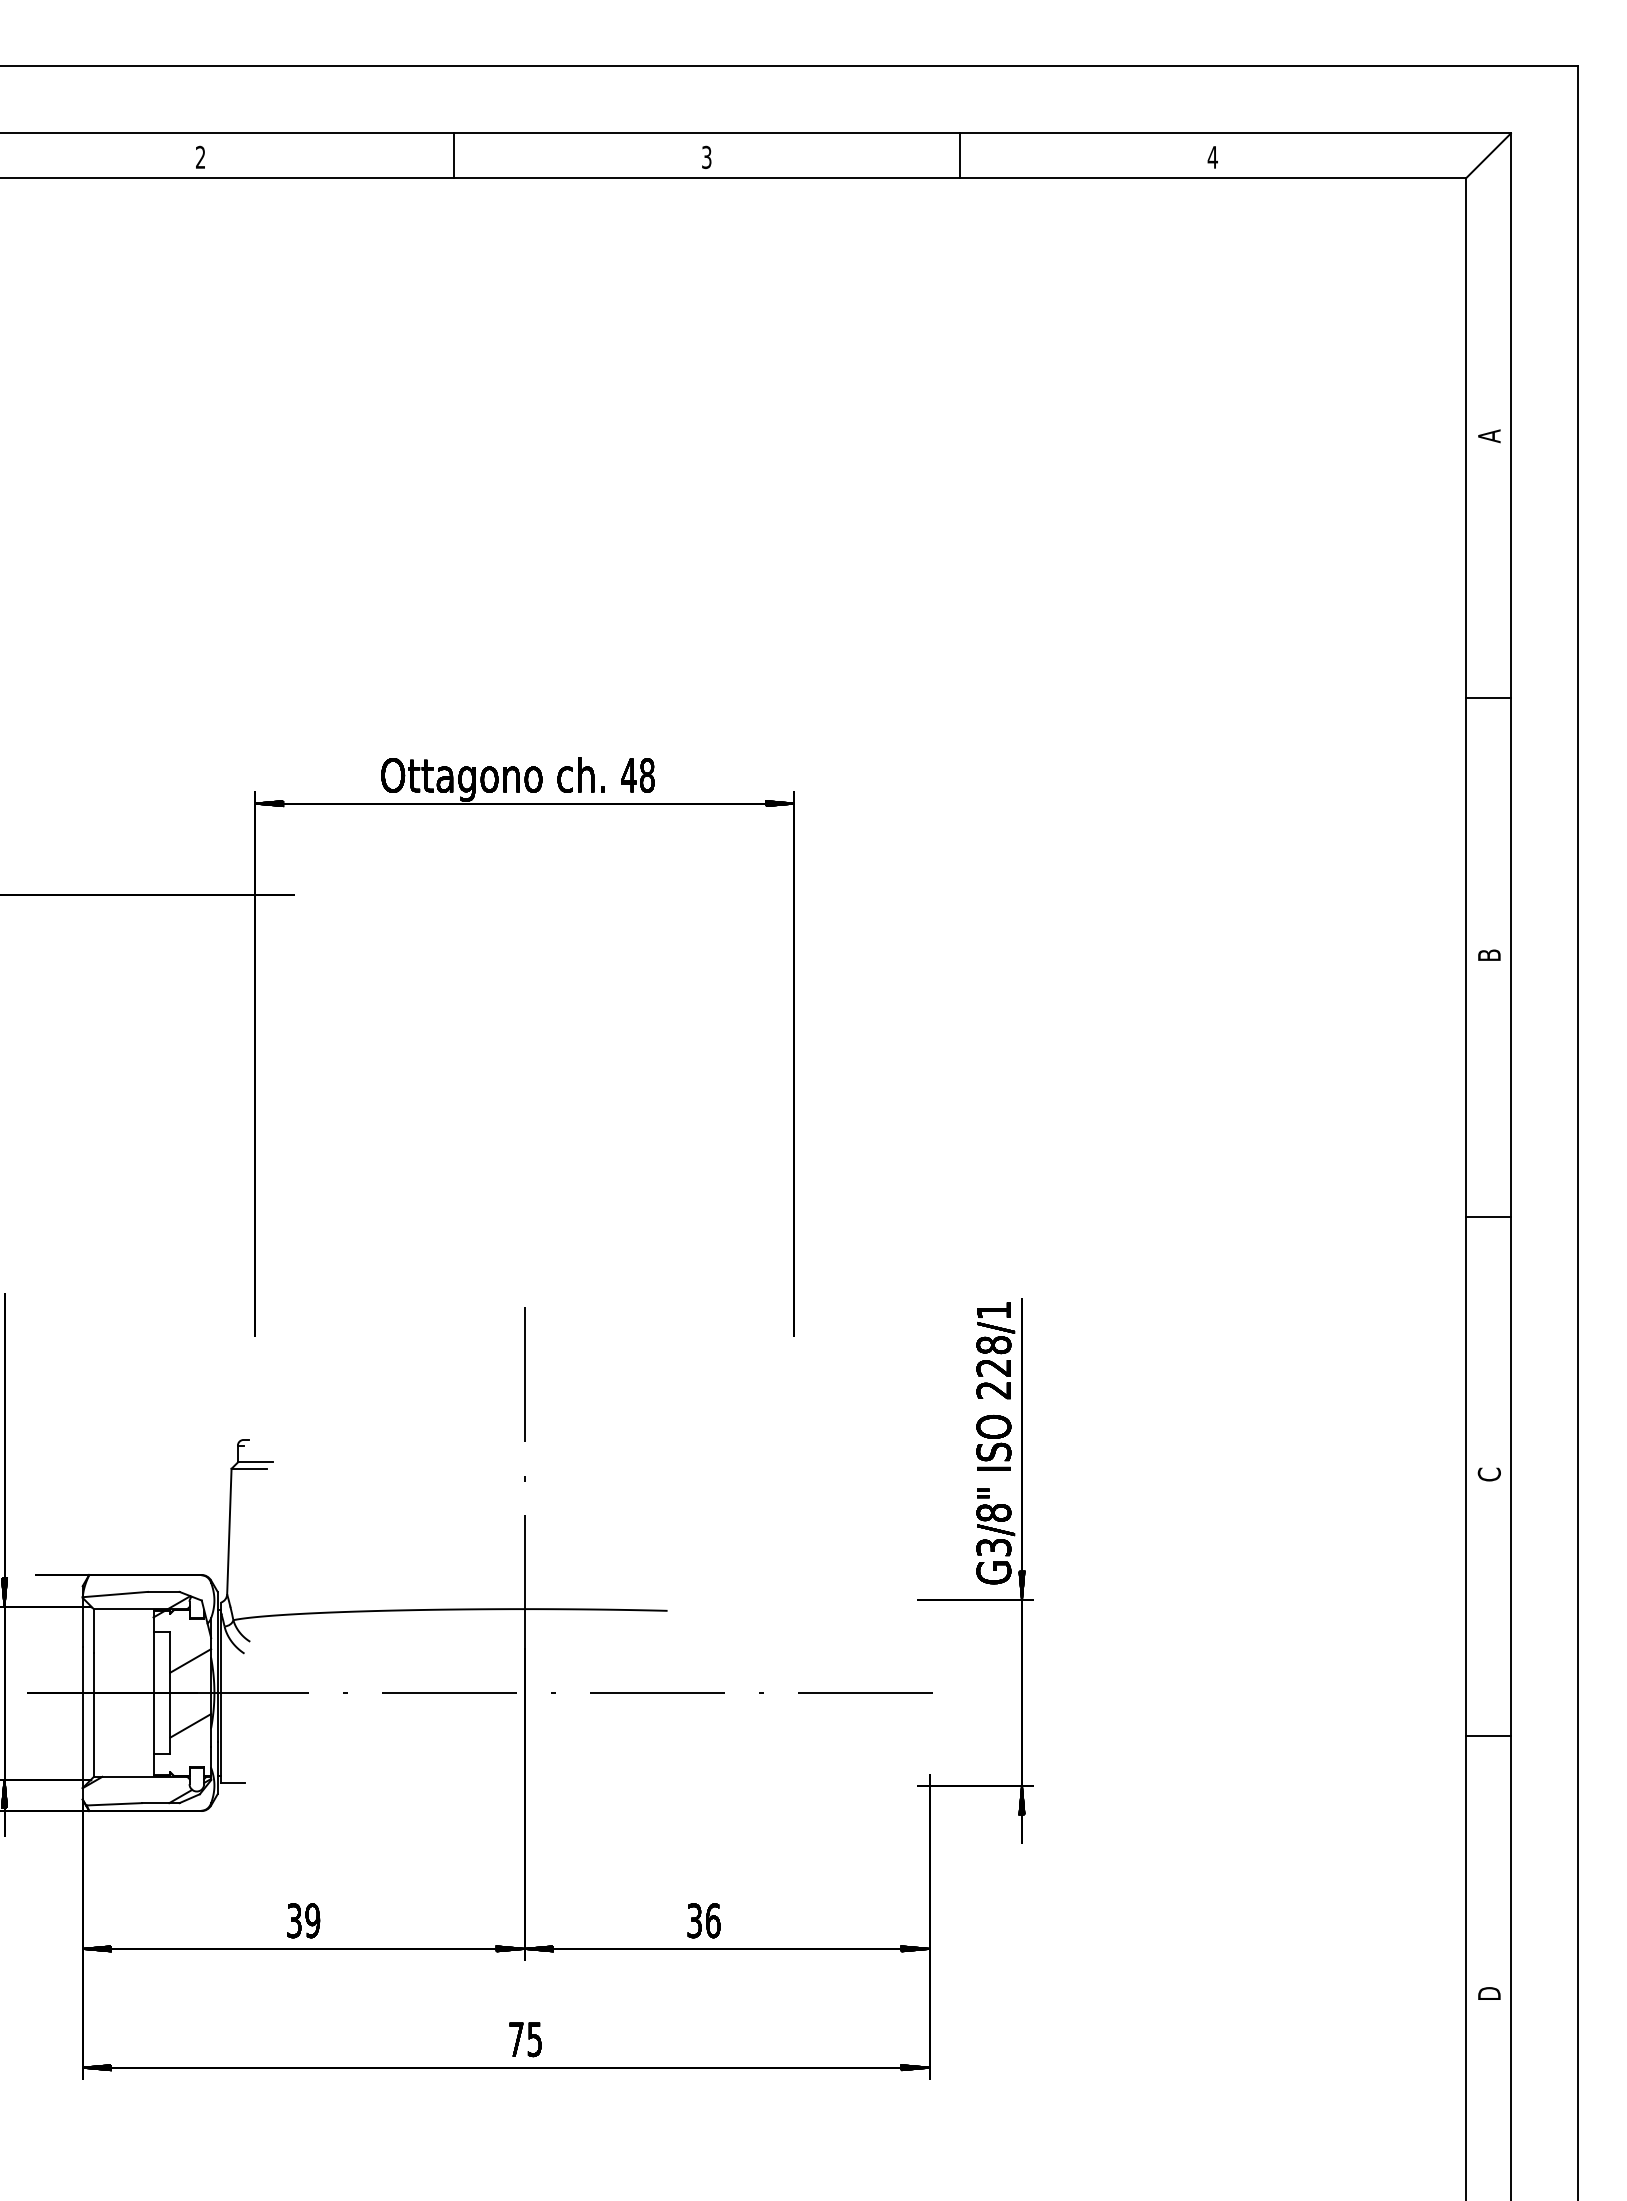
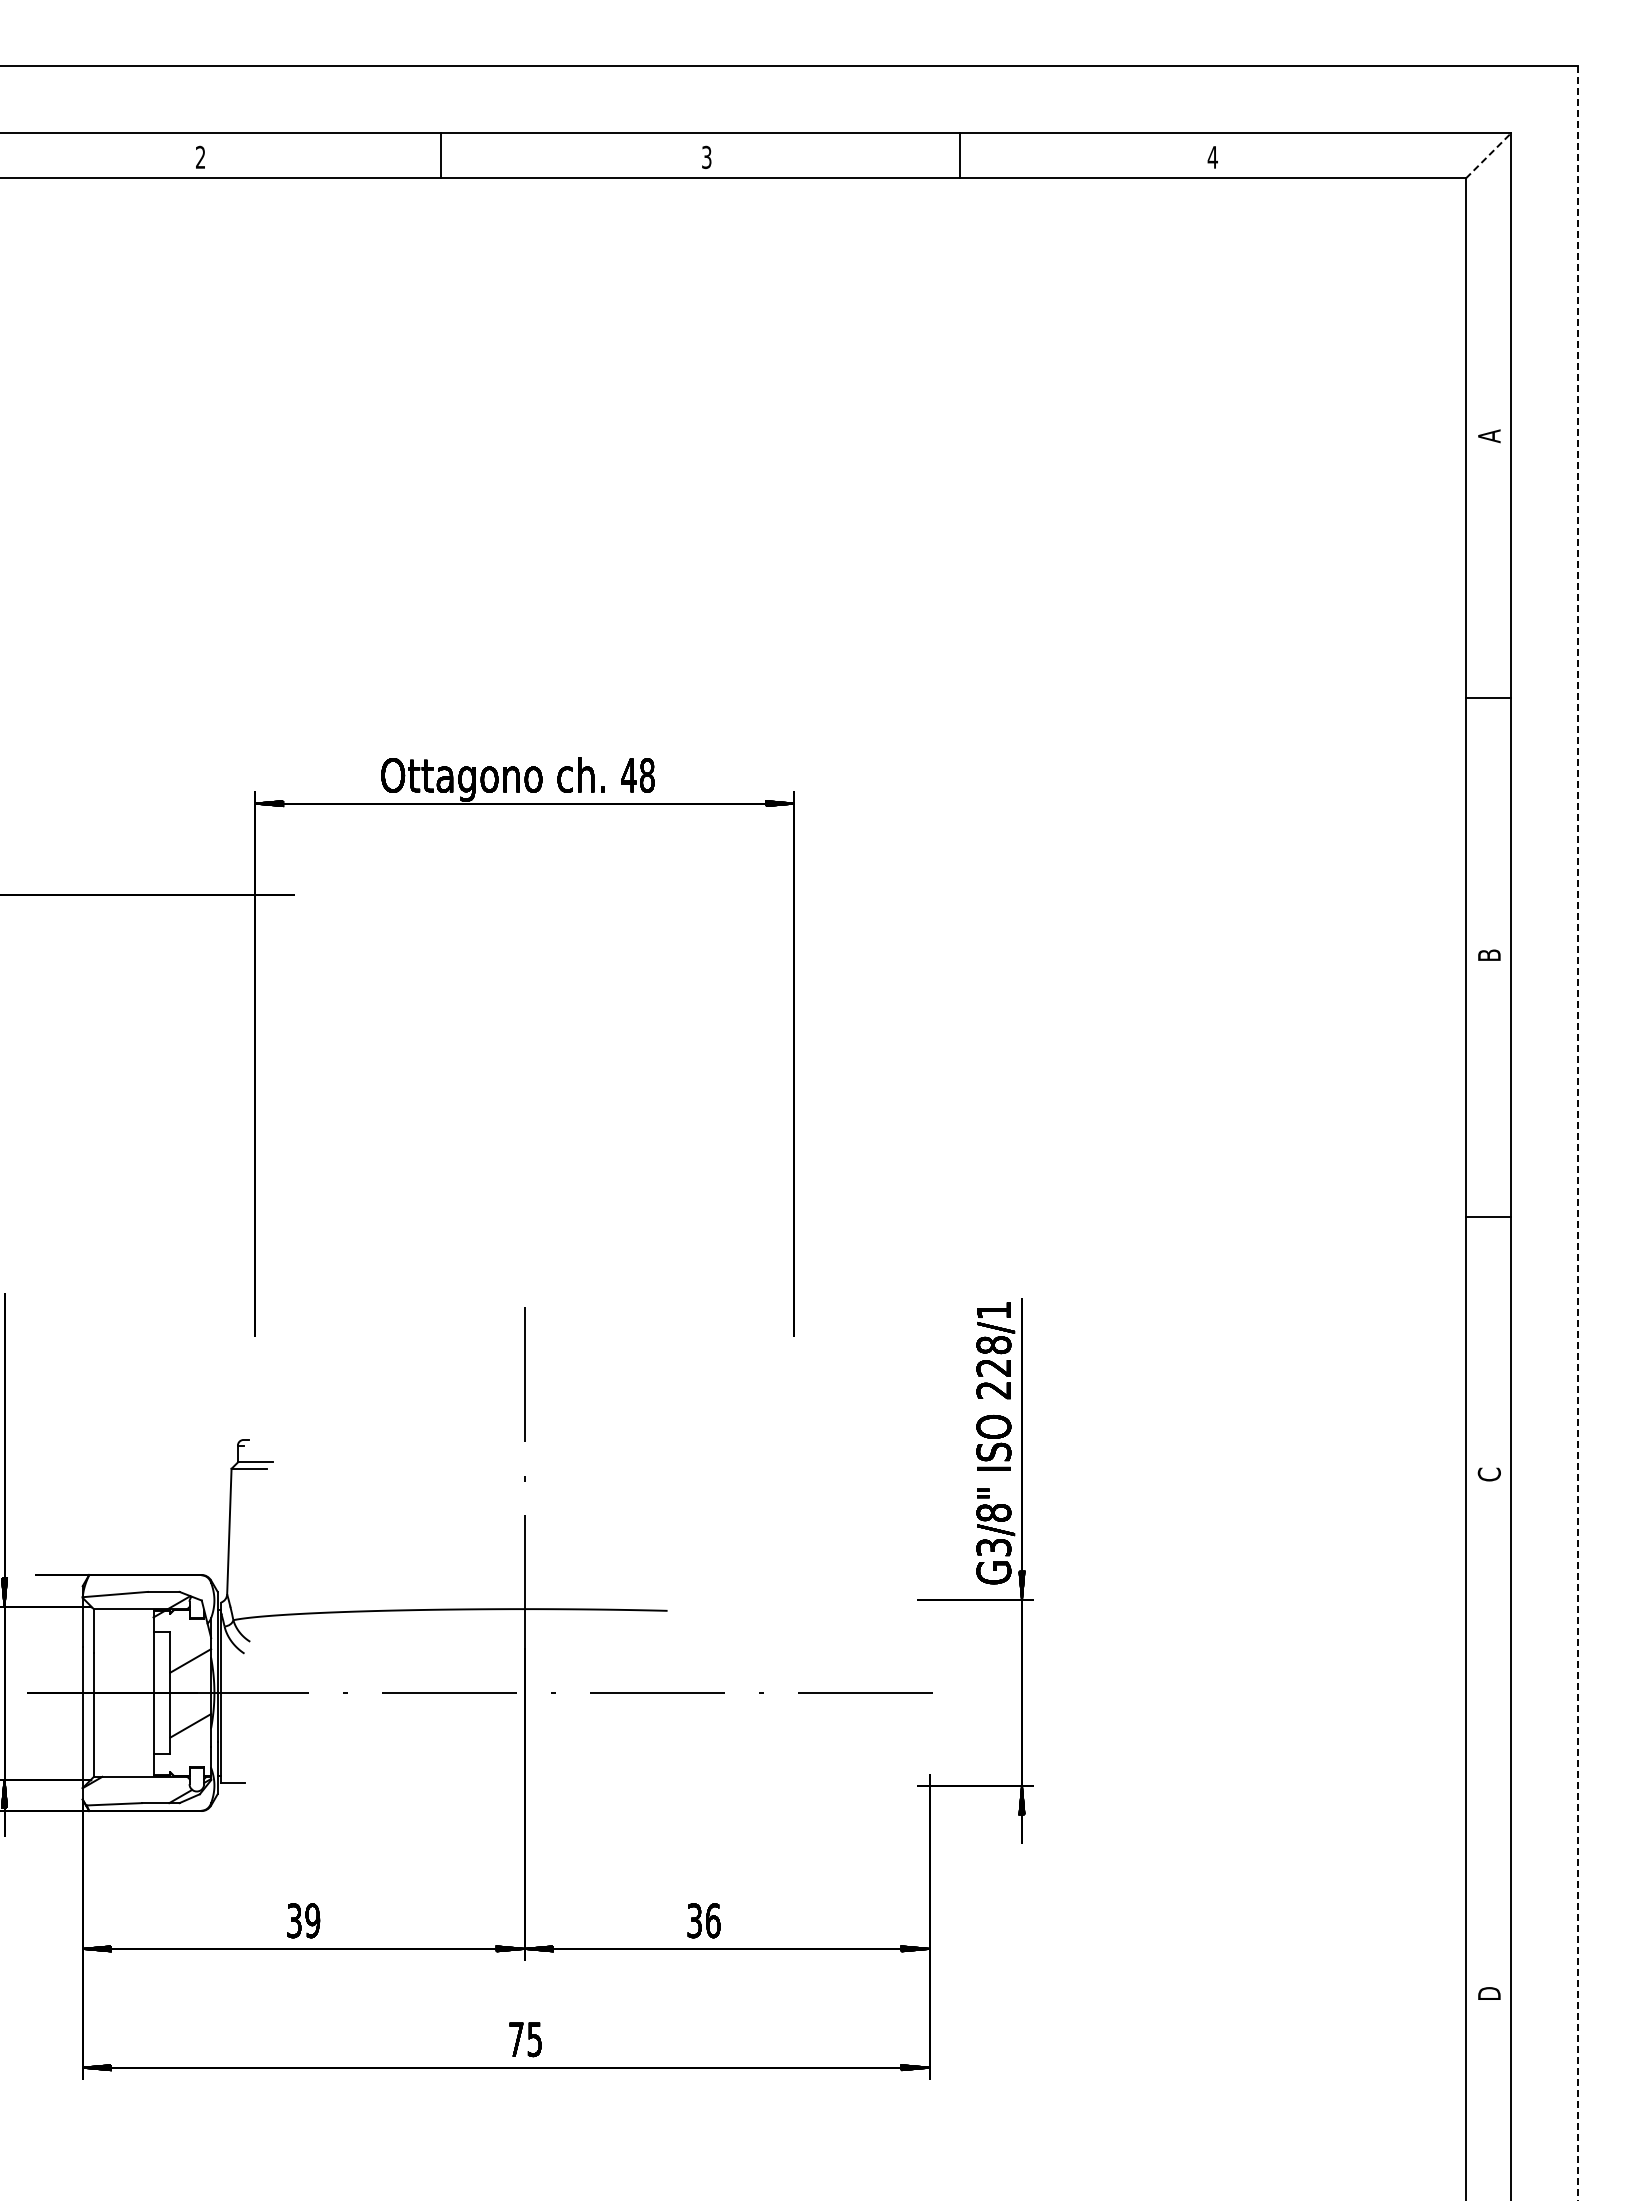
line at (453, 155) position: (453, 155) -> (440, 155)
line at (1488, 156): solid -> dashed
line at (1578, 1132): solid -> dashed
line at (1487, 1736): present -> none
